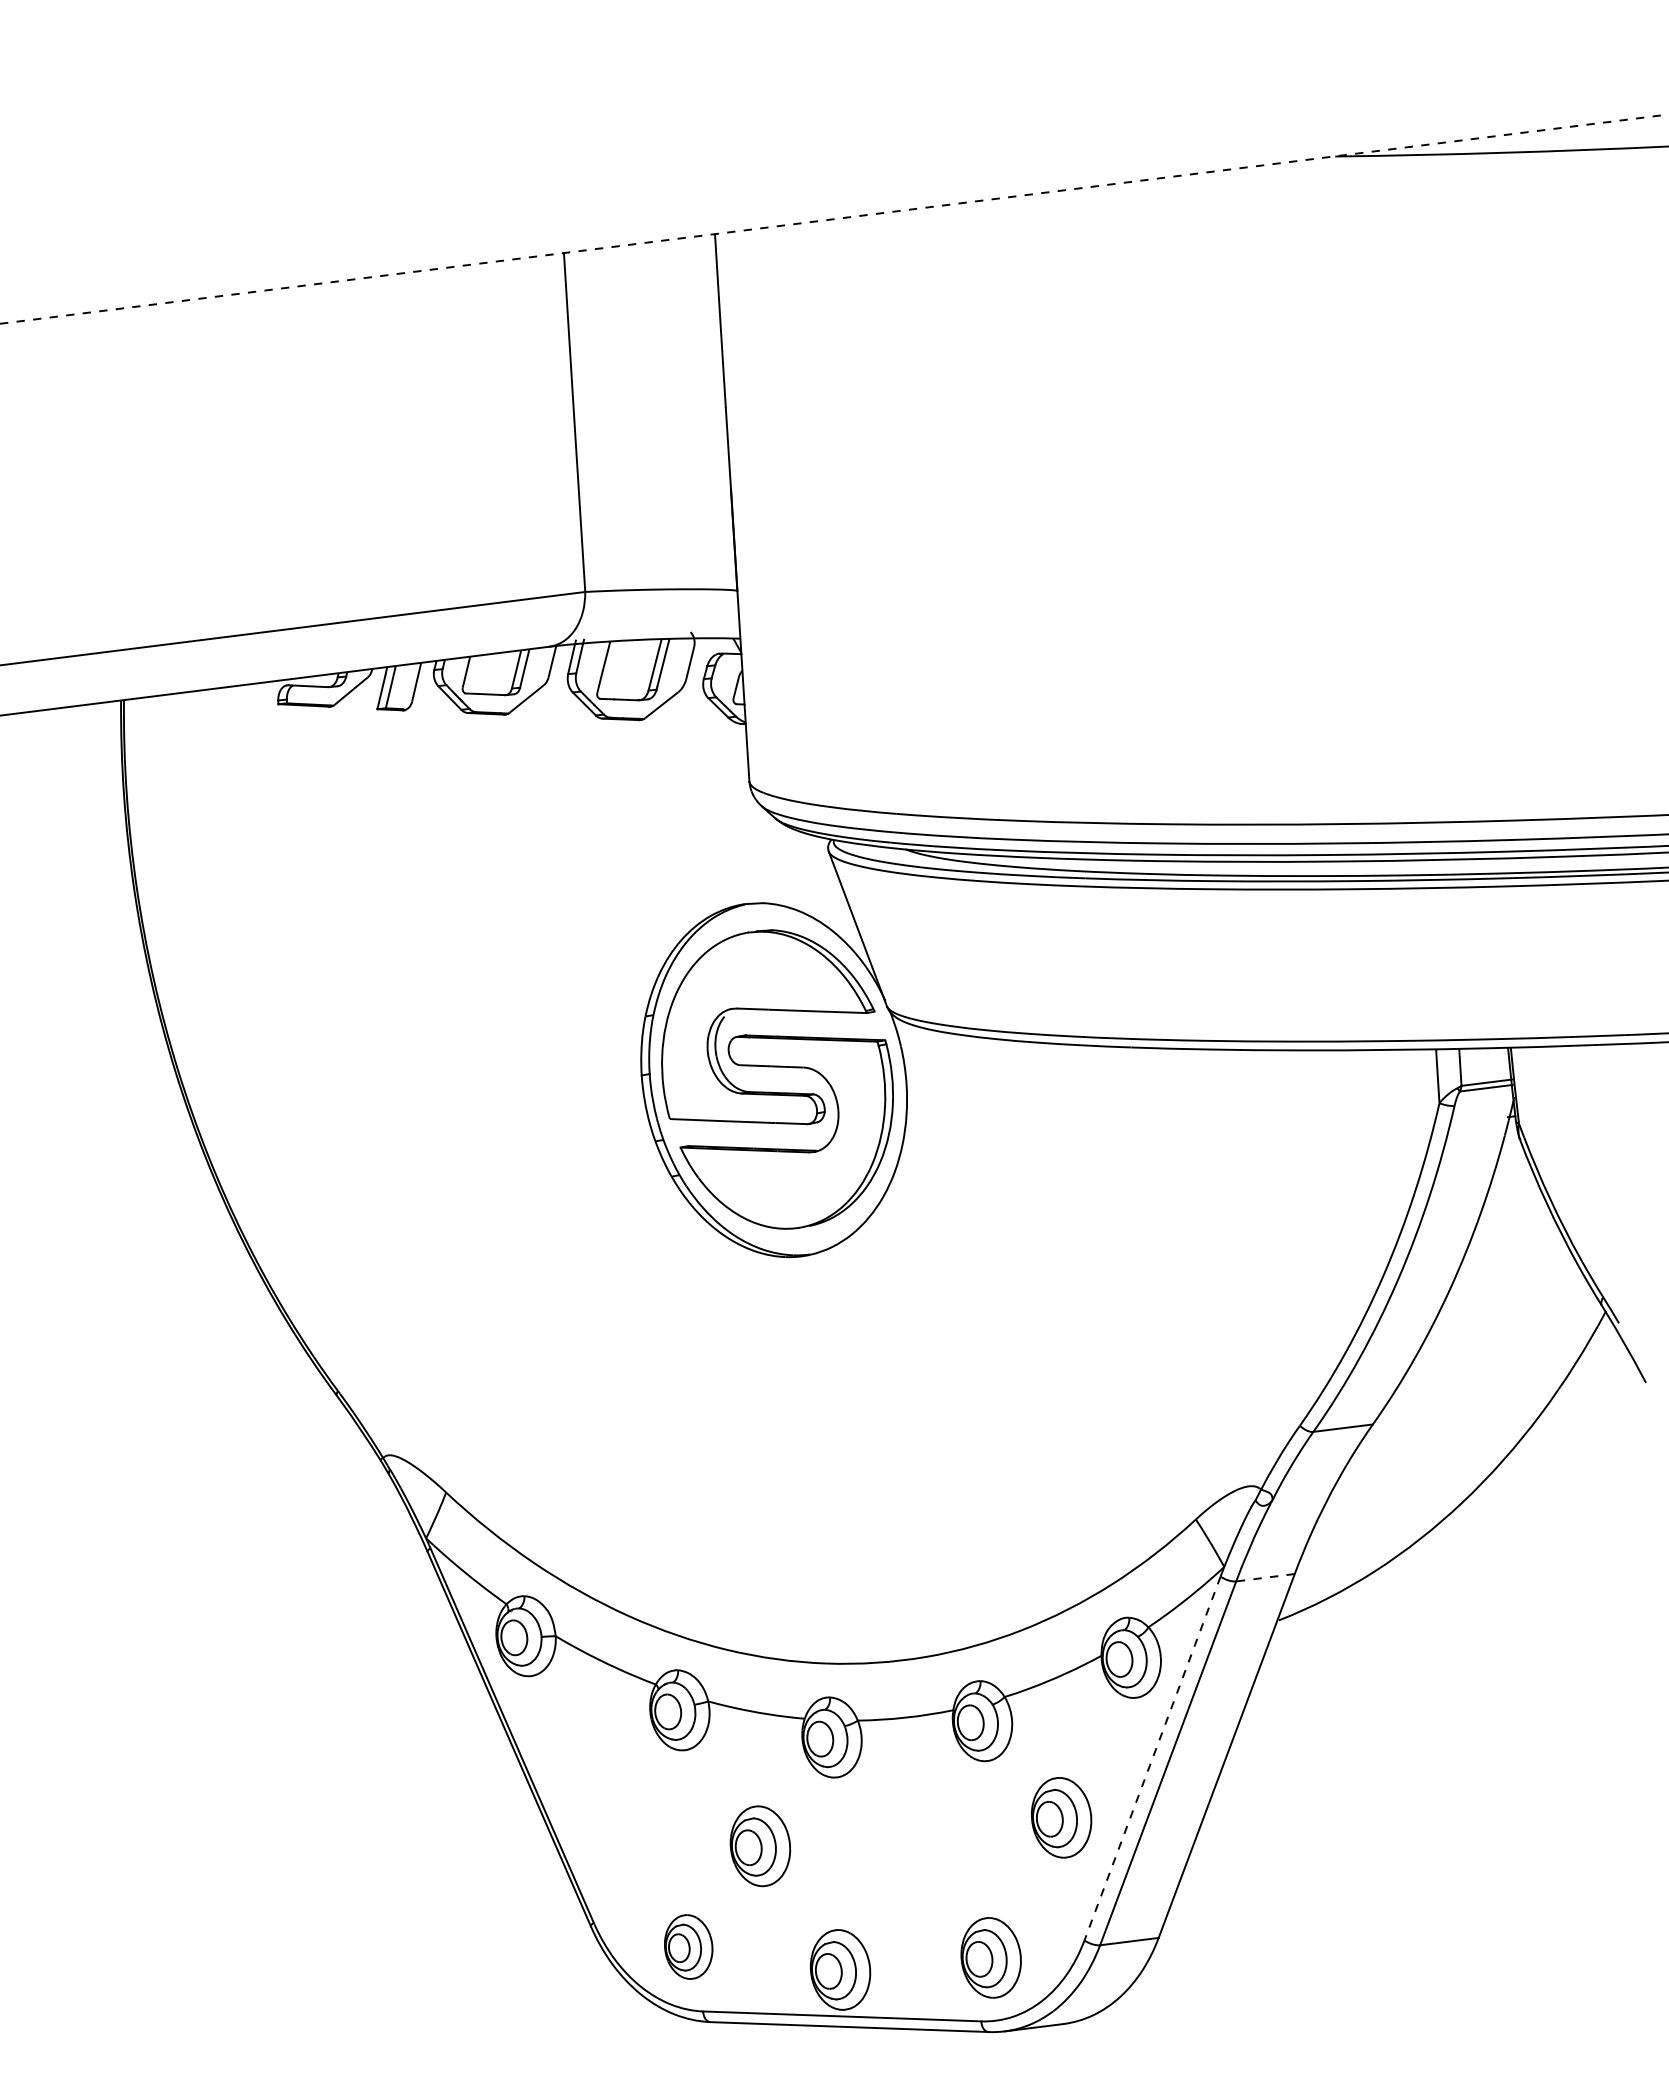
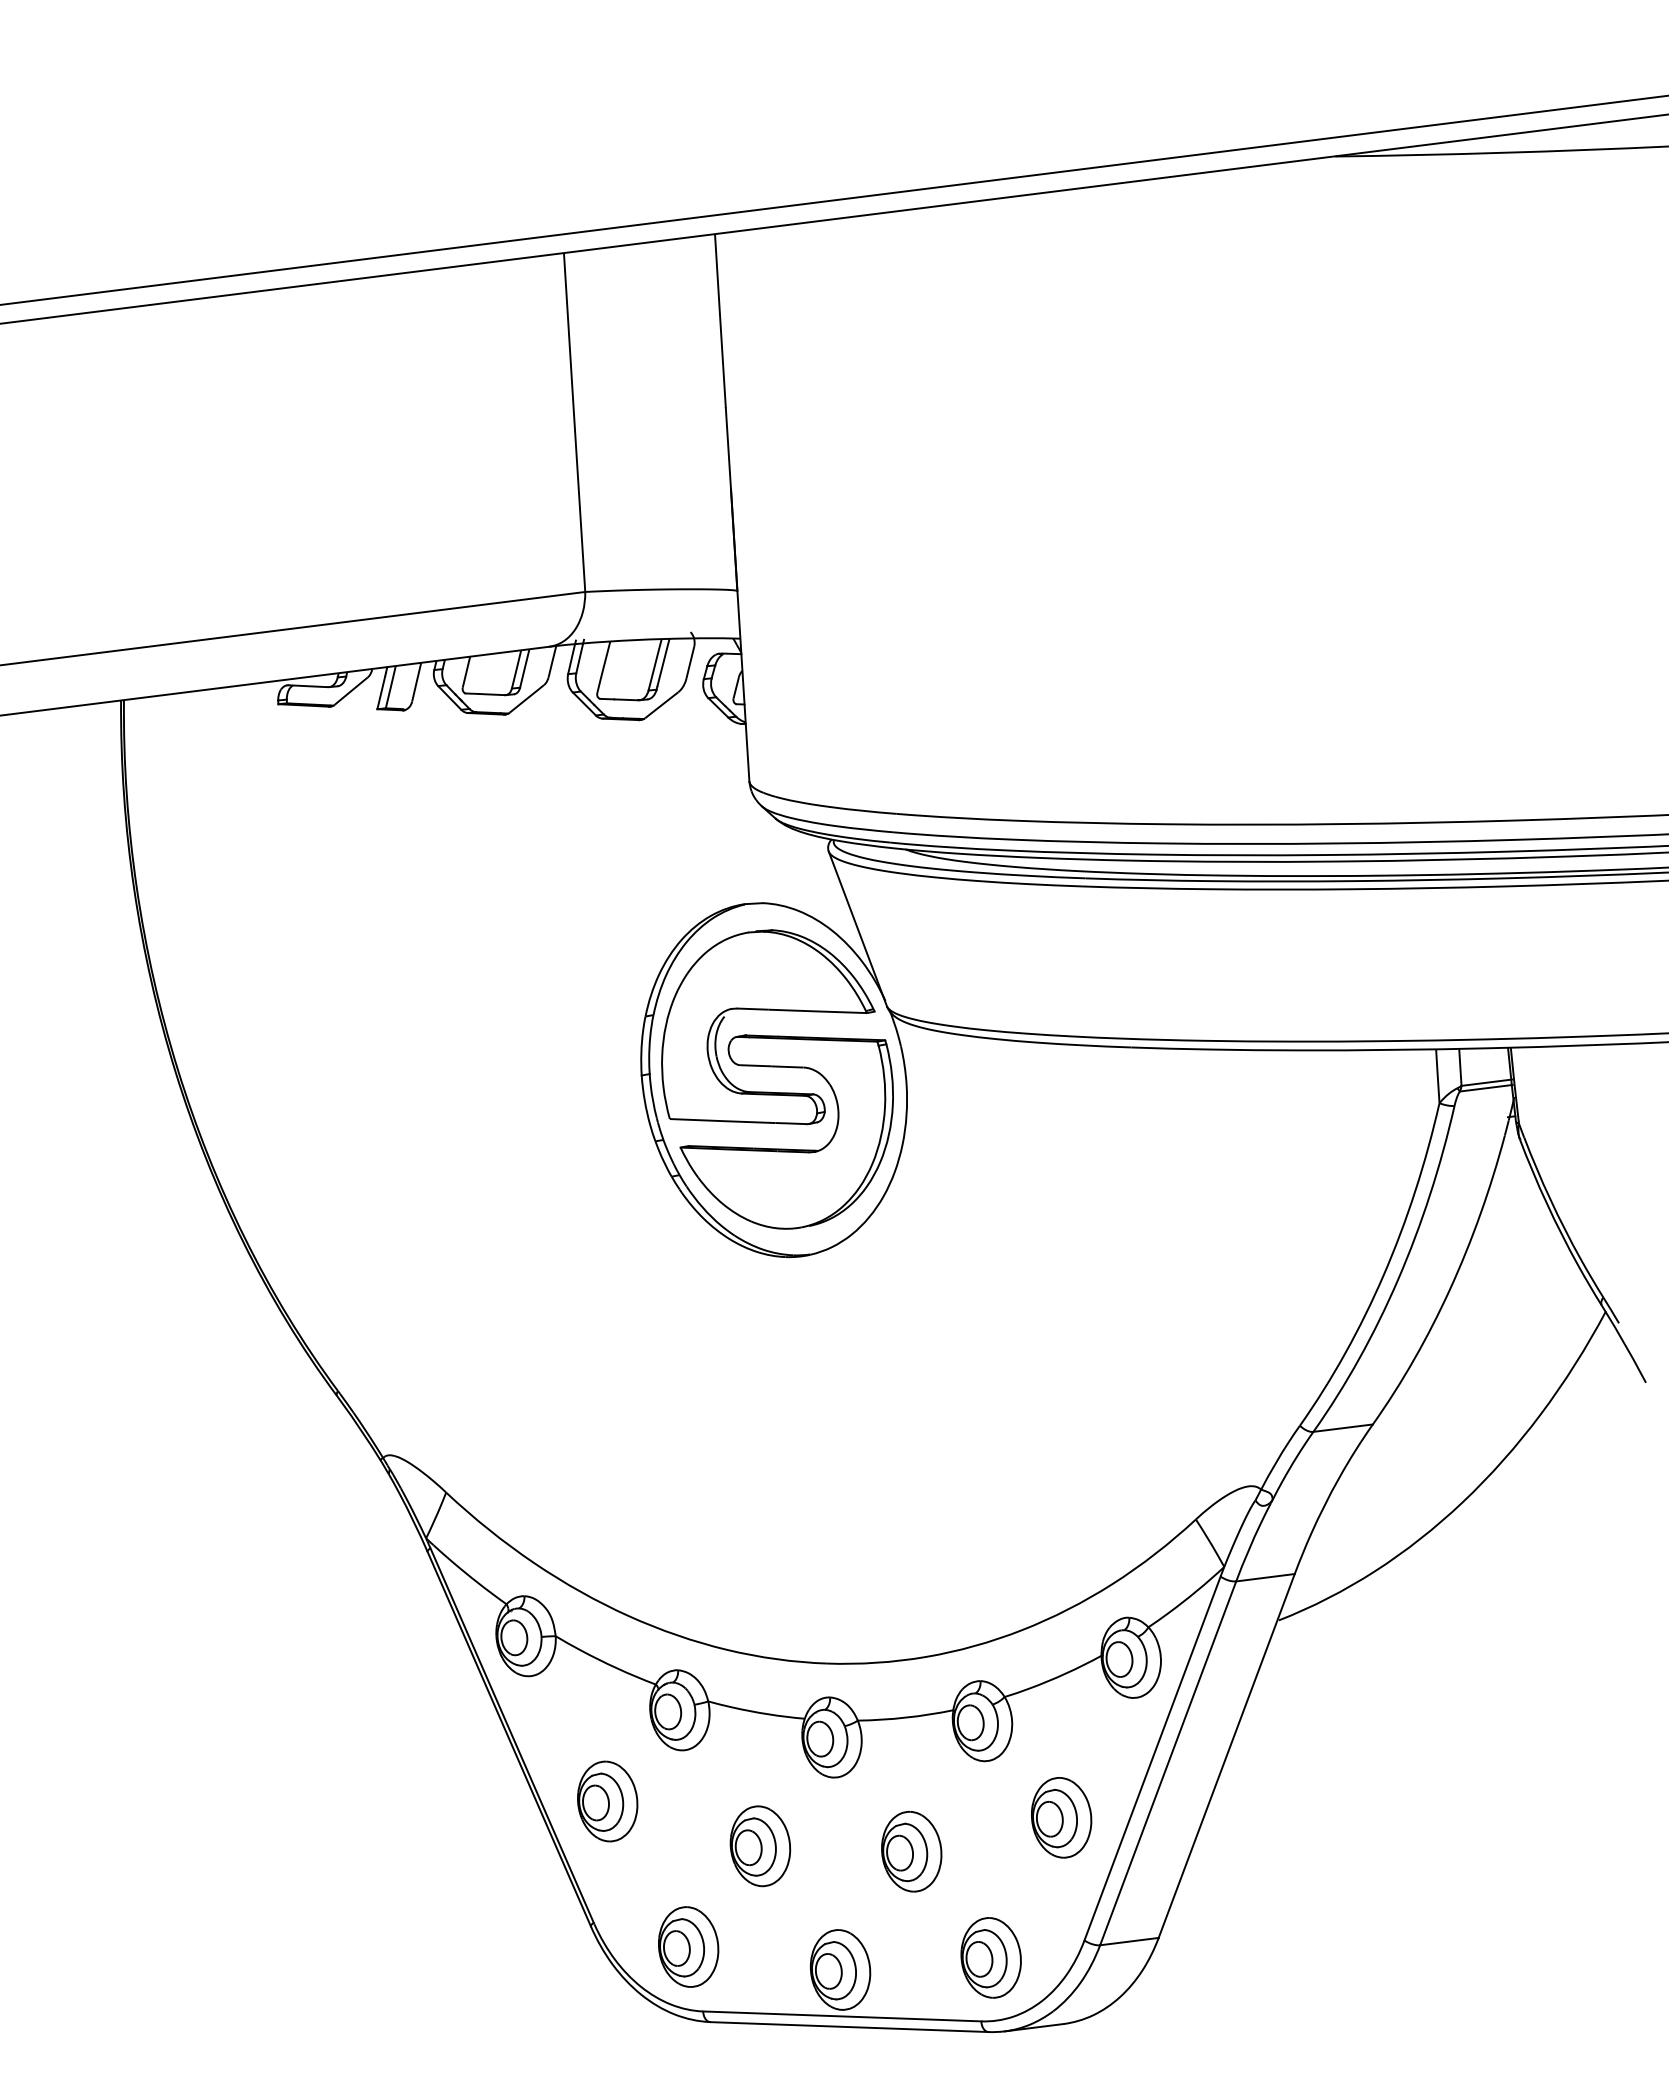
line at (833, 200): none -> present
line at (834, 219): dashed -> solid
line at (1265, 1577): dashed -> solid
line at (1152, 1758): dashed -> solid
part at (607, 1801): none -> present
part at (911, 1851): none -> present
part at (688, 1946) size: 50x66 px -> 62x82 px
